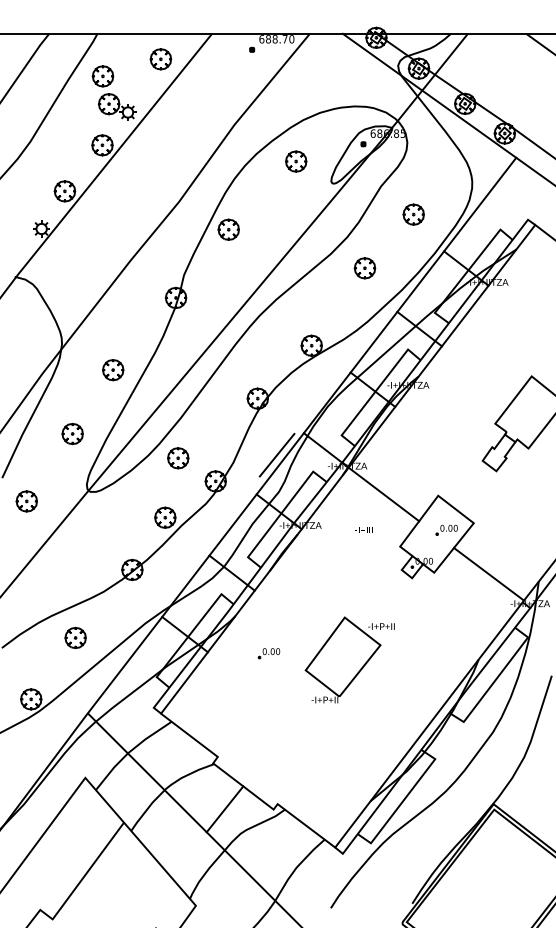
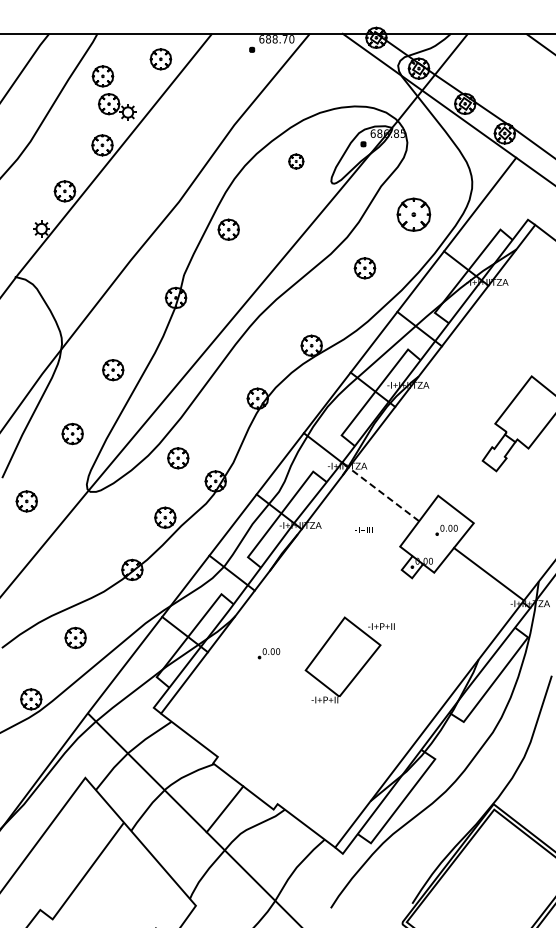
part at (296, 161) size: 23x23 px -> 17x17 px
part at (413, 214) size: 23x23 px -> 36x35 px
line at (276, 454): present -> none
line at (383, 494): solid -> dashed
